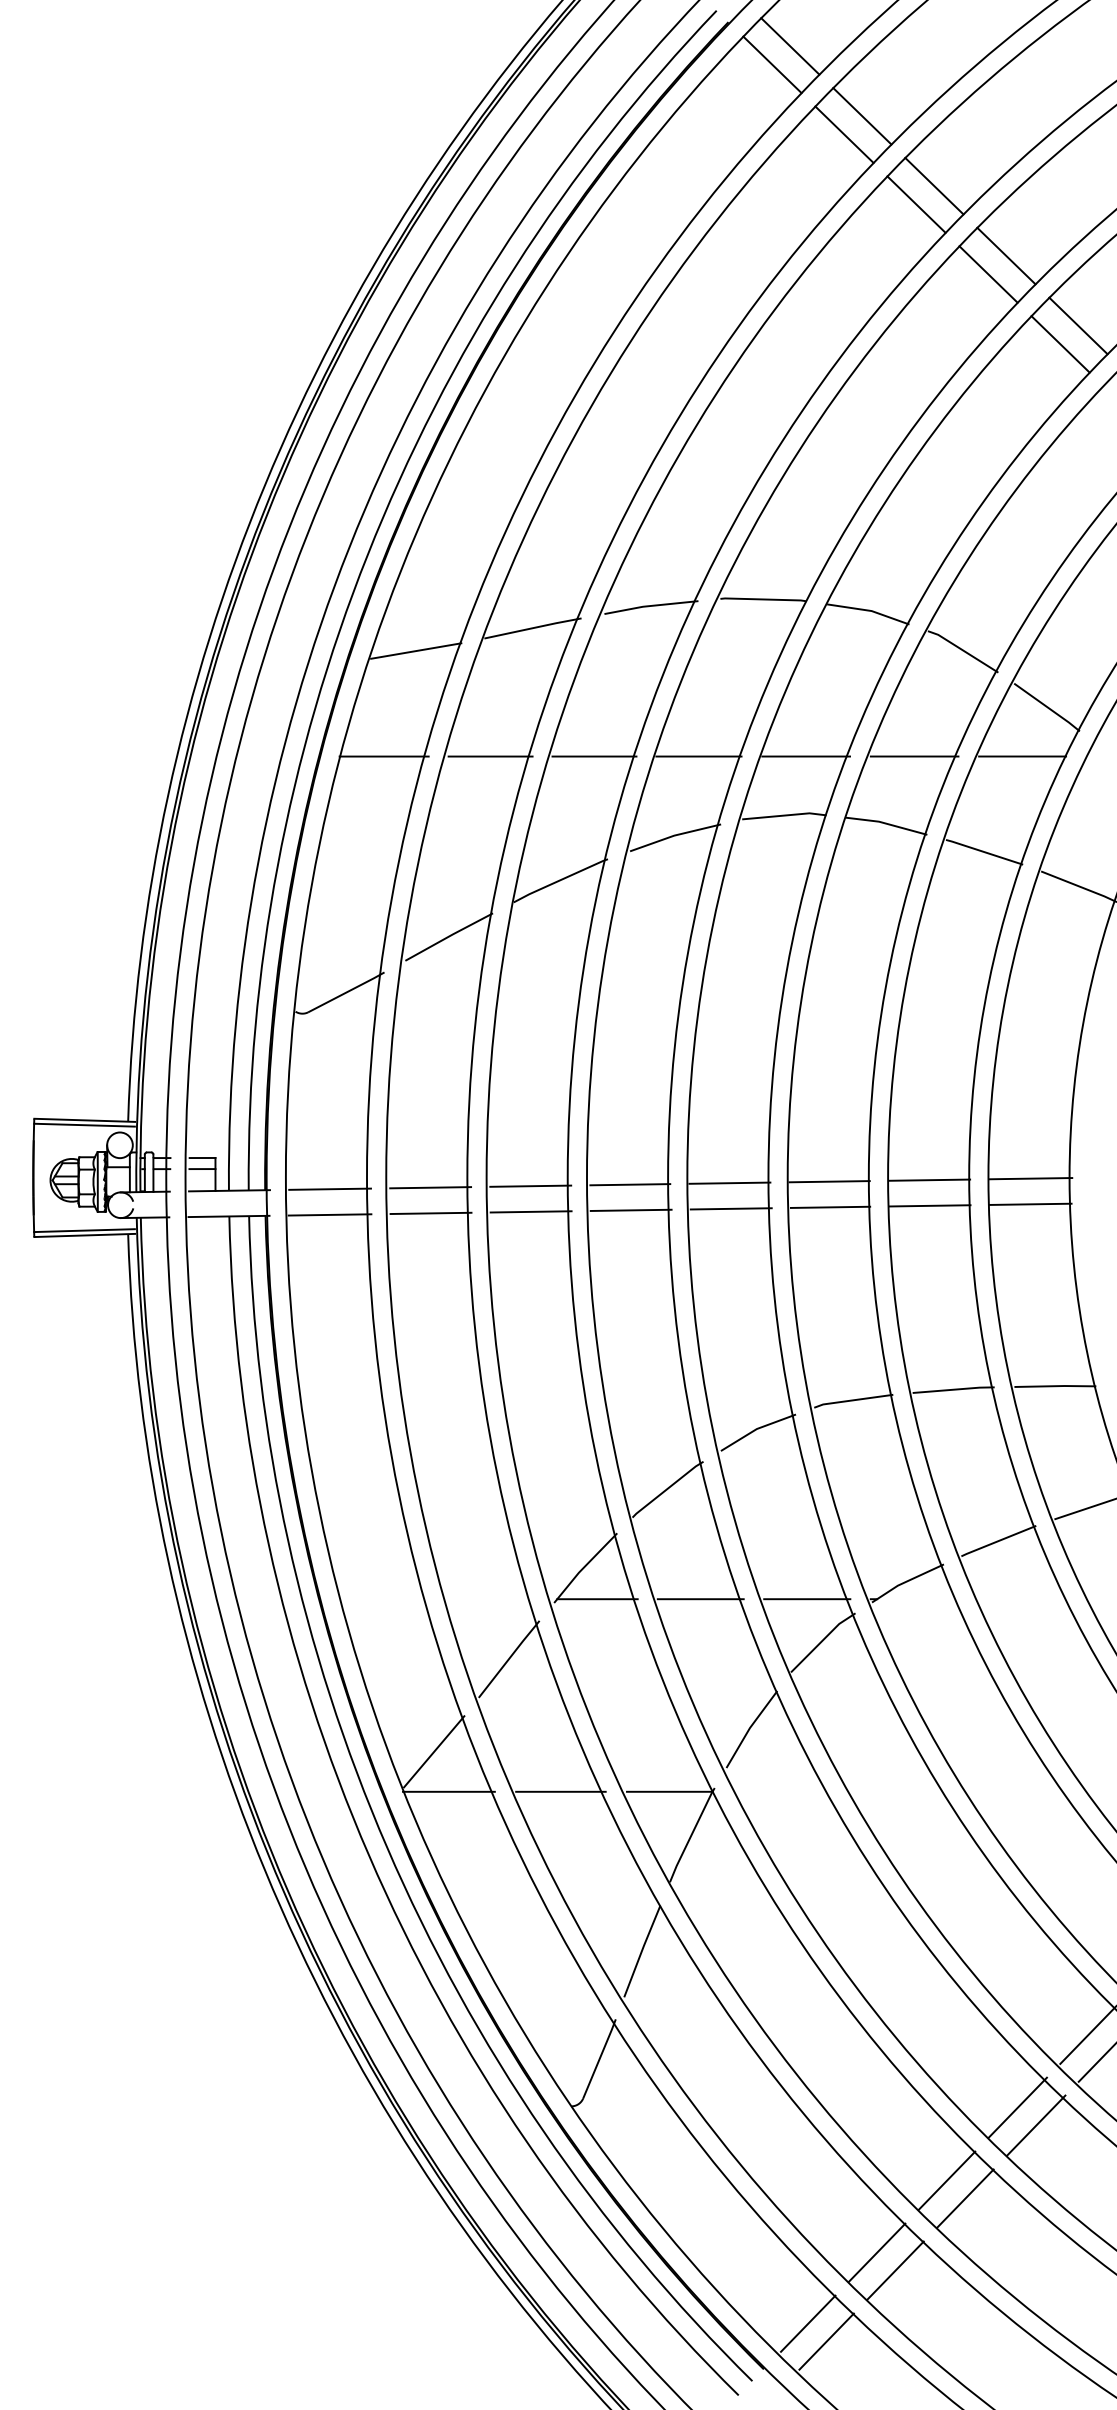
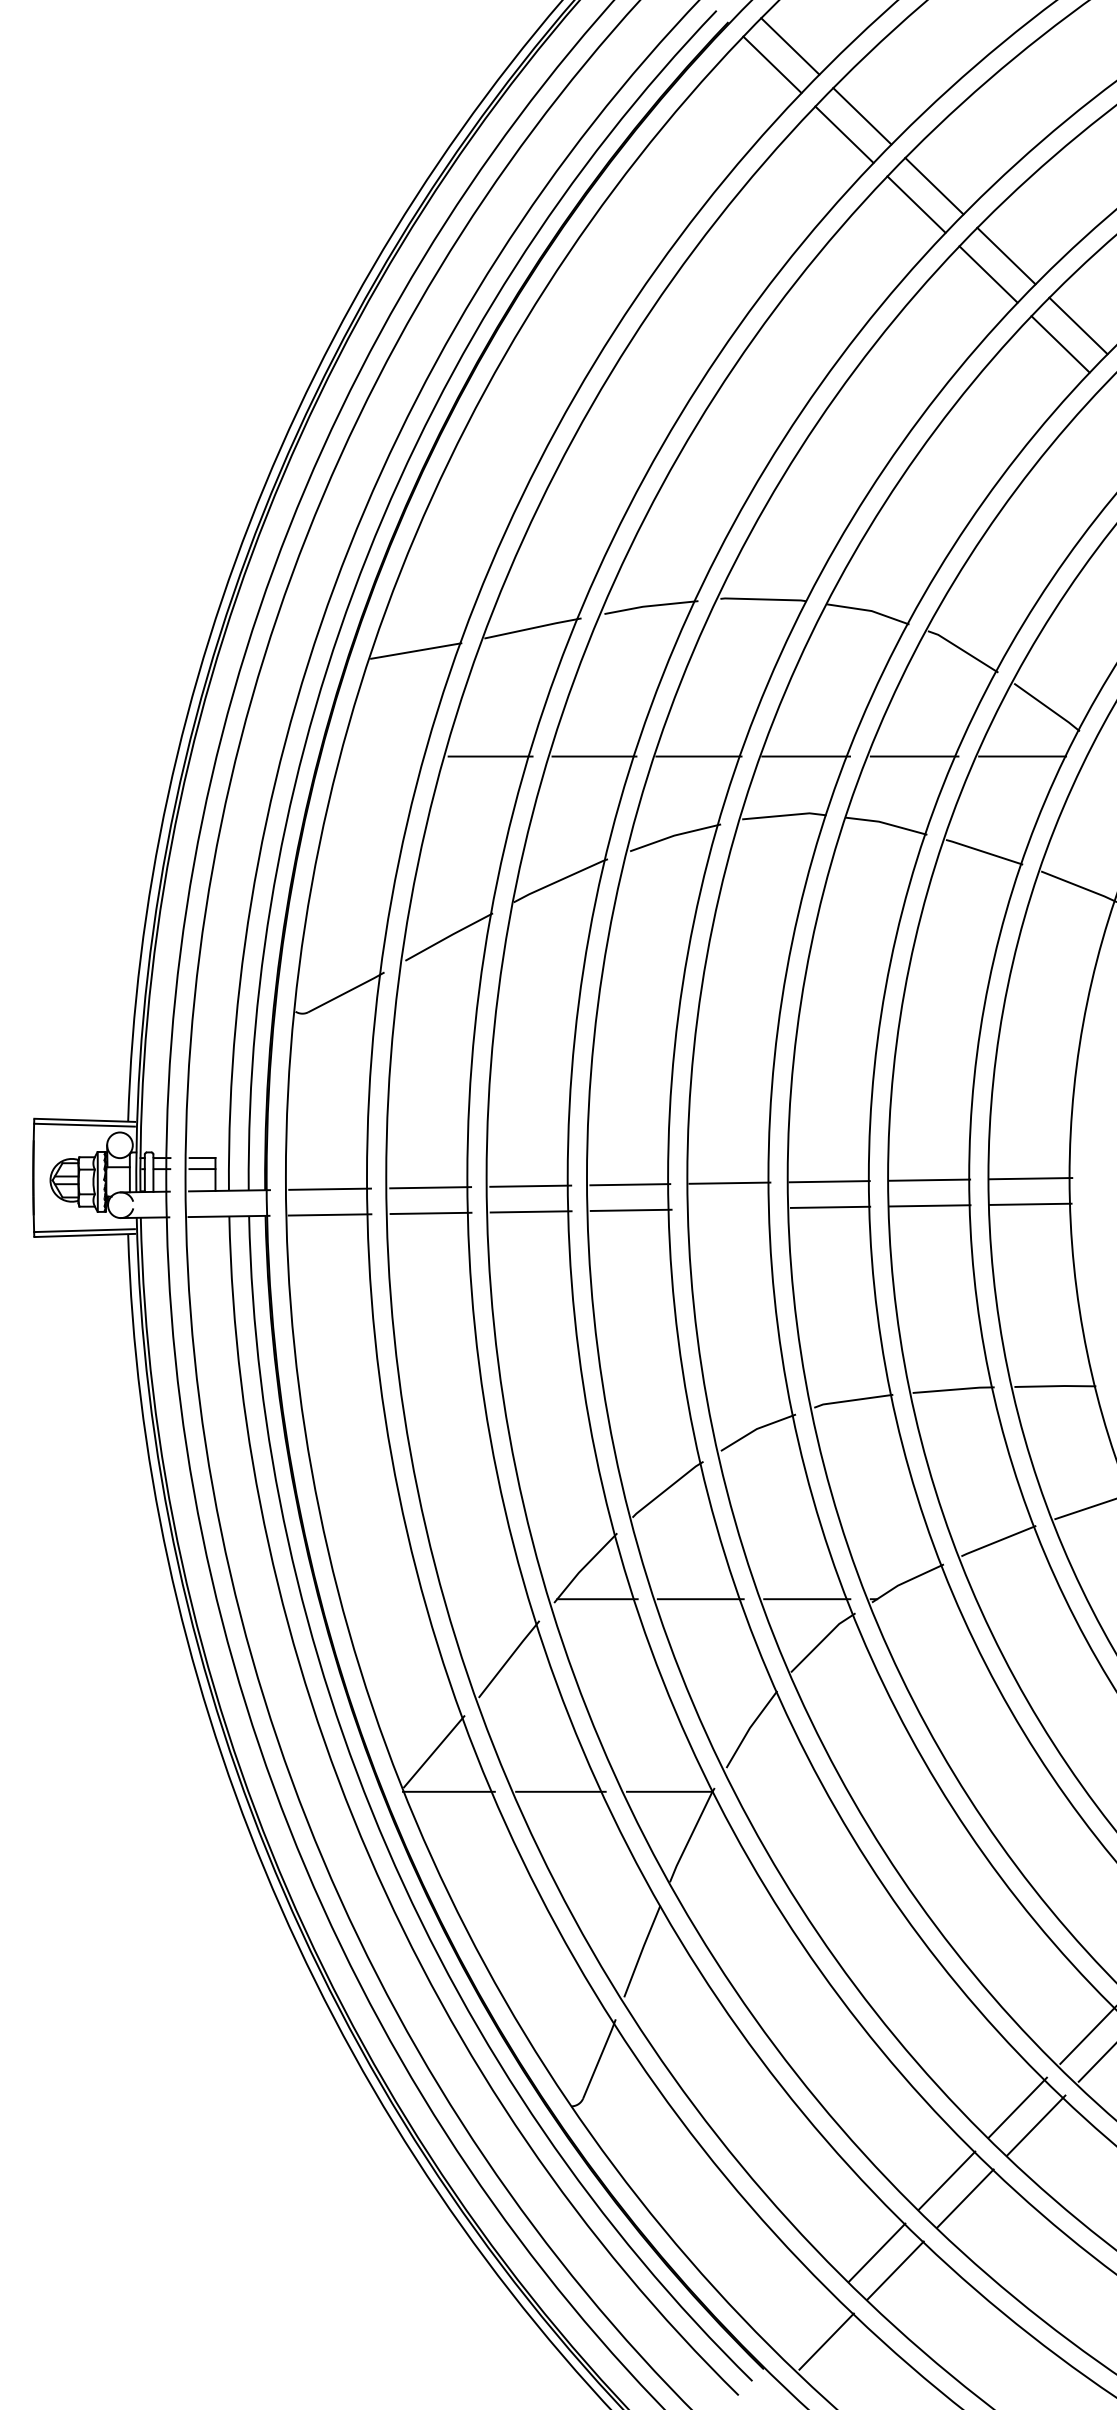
line at (383, 756): present -> none
line at (730, 1208): present -> none
line at (808, 2323): present -> none
